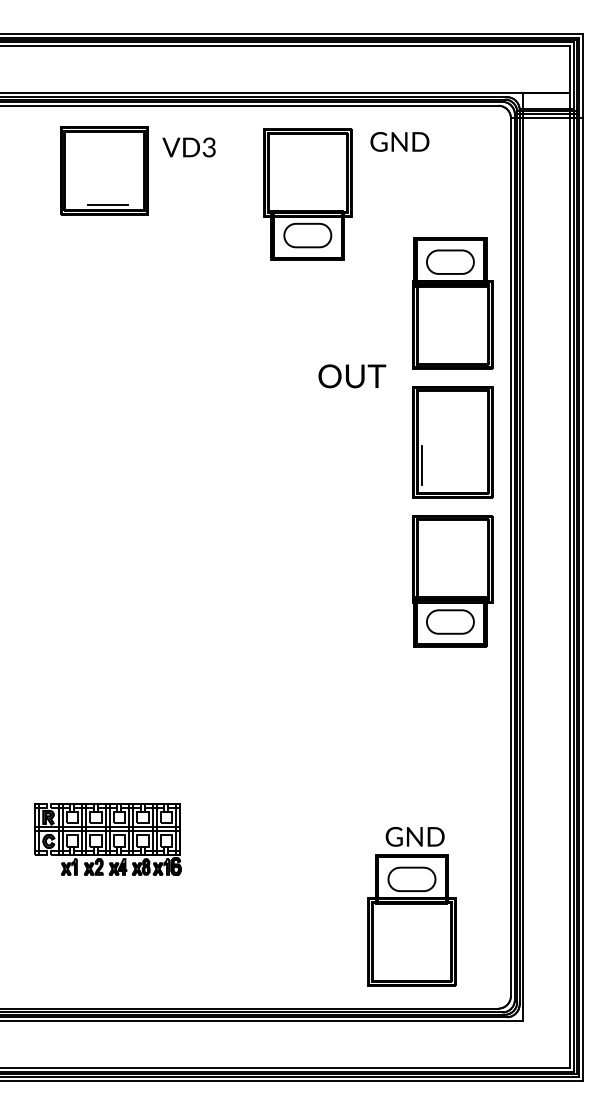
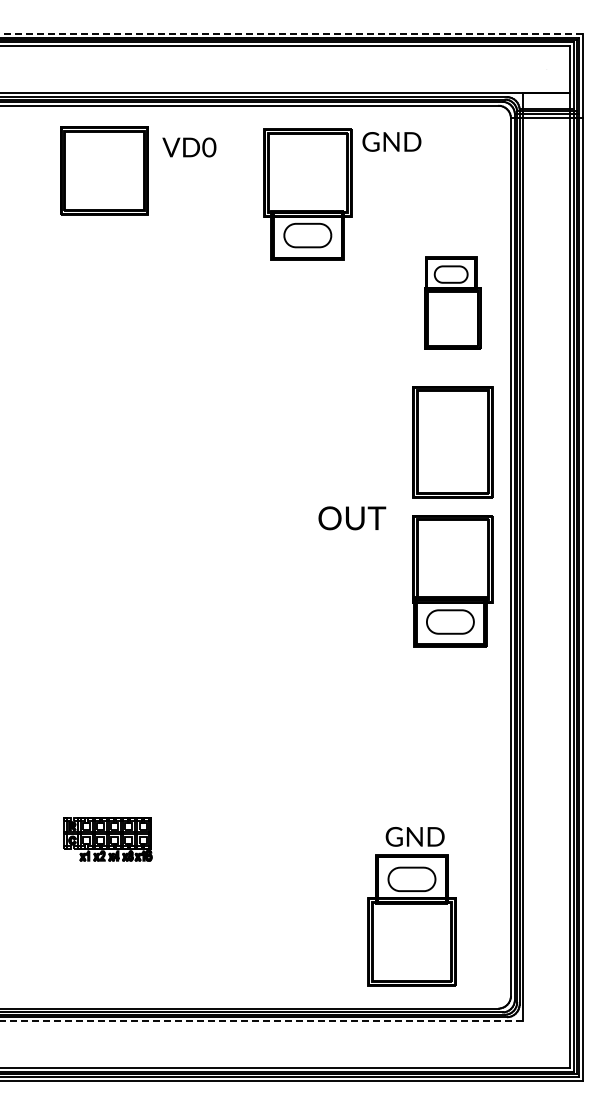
line at (291, 33): solid -> dashed
text at (399, 141) position: (399, 141) -> (391, 141)
text at (209, 147): VD3 -> VD0
line at (108, 204): present -> none
part at (452, 303) size: 82x133 px -> 58x94 px
text at (352, 376) position: (352, 376) -> (352, 518)
line at (422, 464): present -> none
part at (107, 839) size: 148x73 px -> 90x45 px
line at (261, 1021): solid -> dashed
